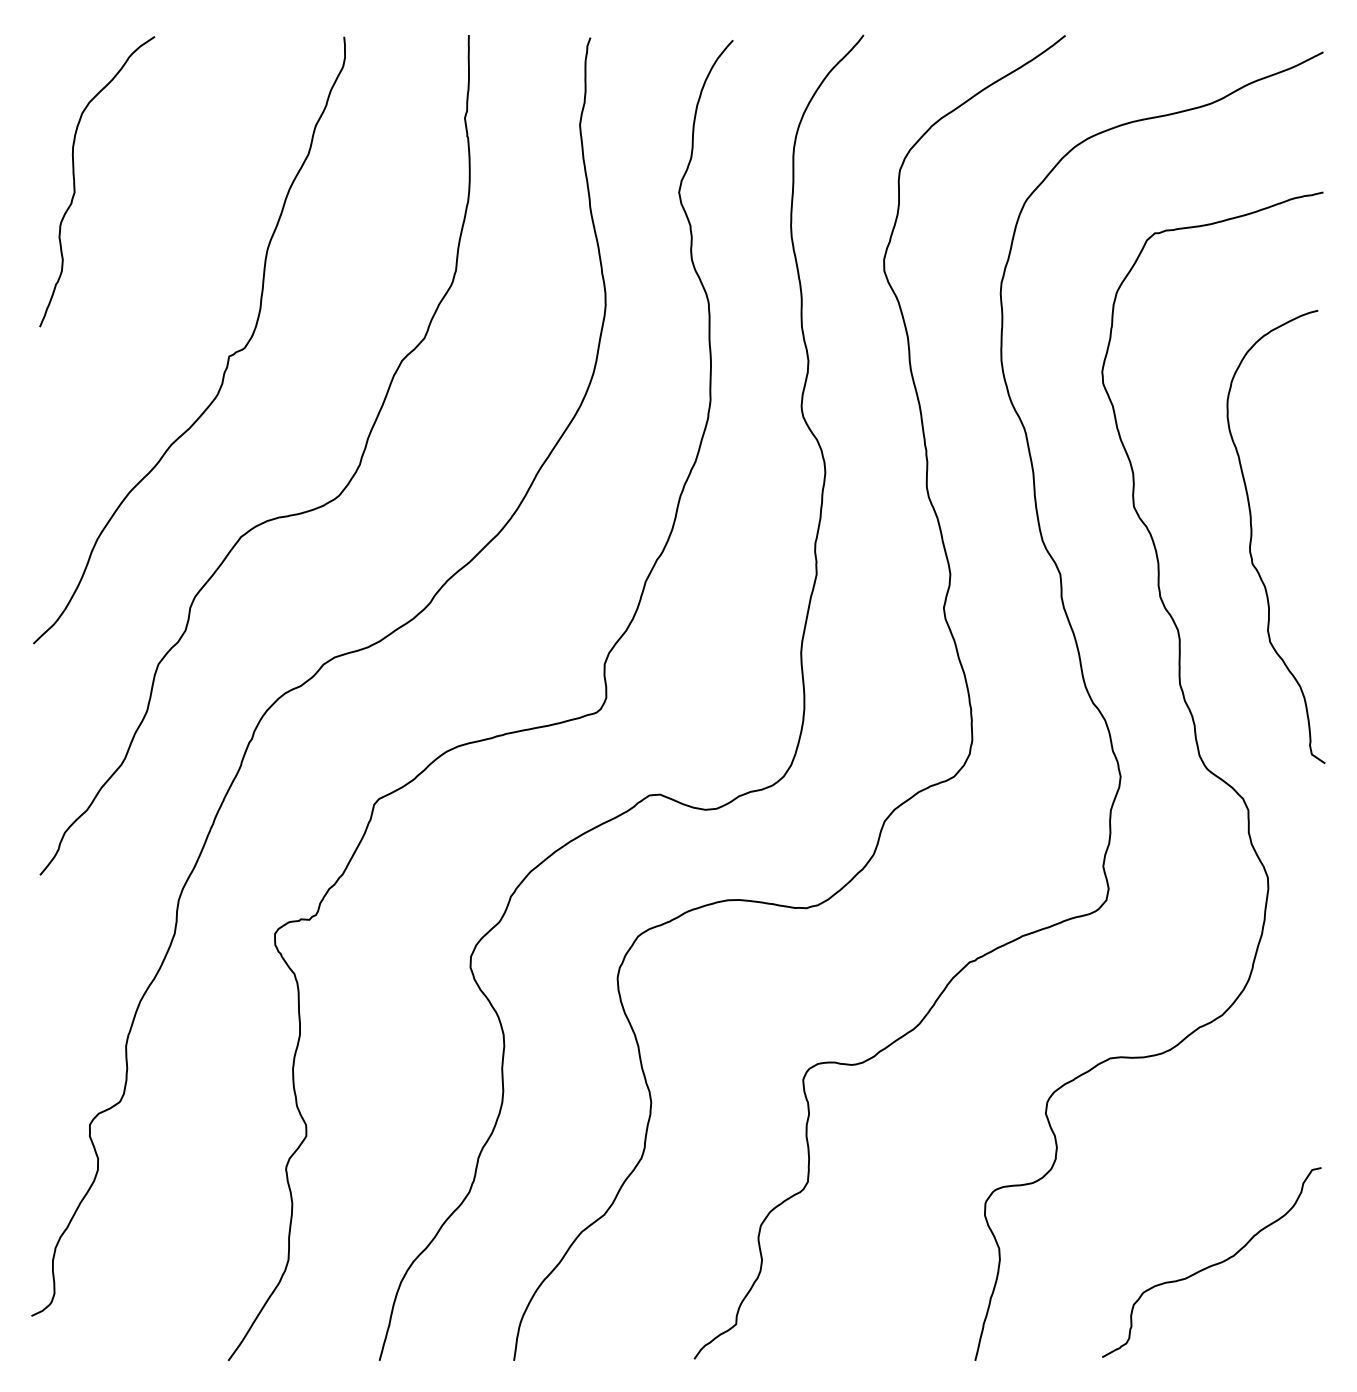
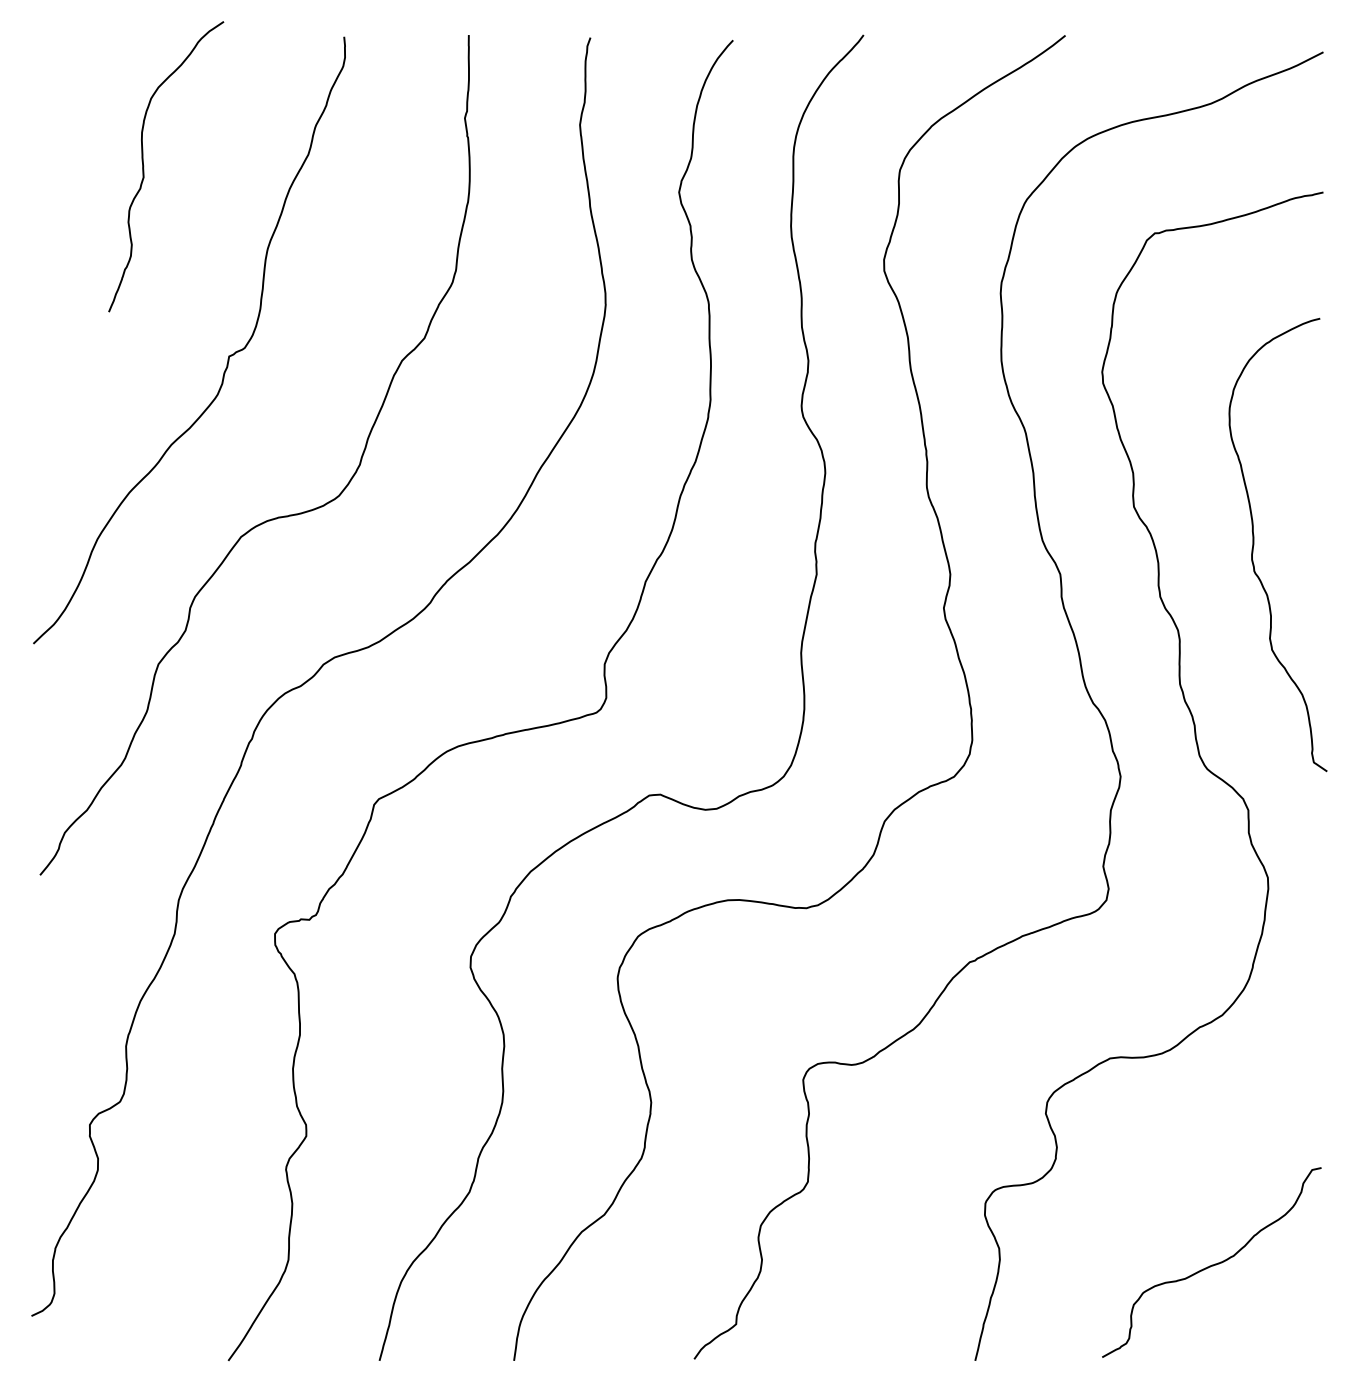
curve at (75, 181) position: (75, 181) -> (144, 166)
curve at (1252, 536) position: (1252, 536) -> (1254, 544)
